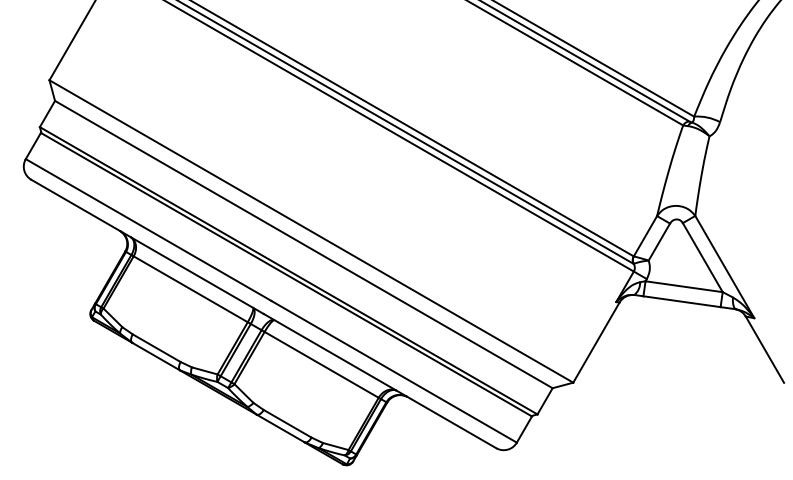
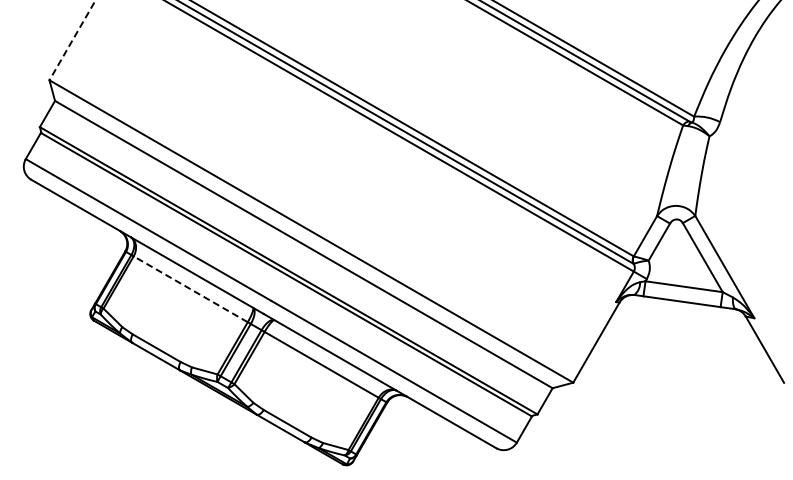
line at (72, 40): solid -> dashed
line at (190, 289): solid -> dashed
